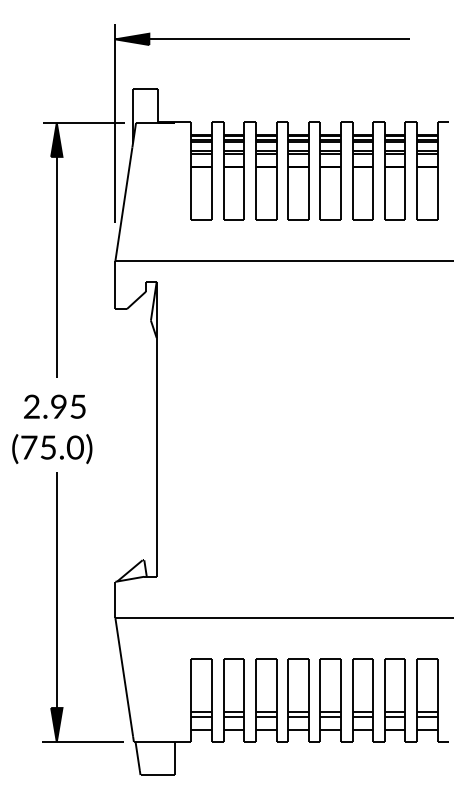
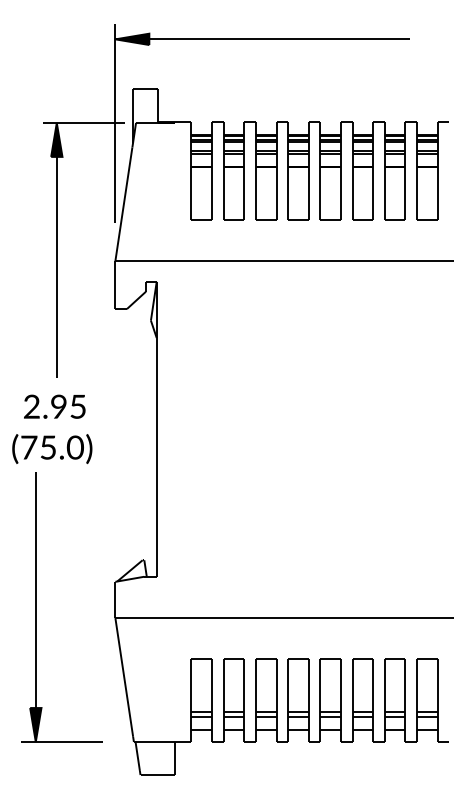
part at (57, 607) position: (57, 607) -> (36, 607)
